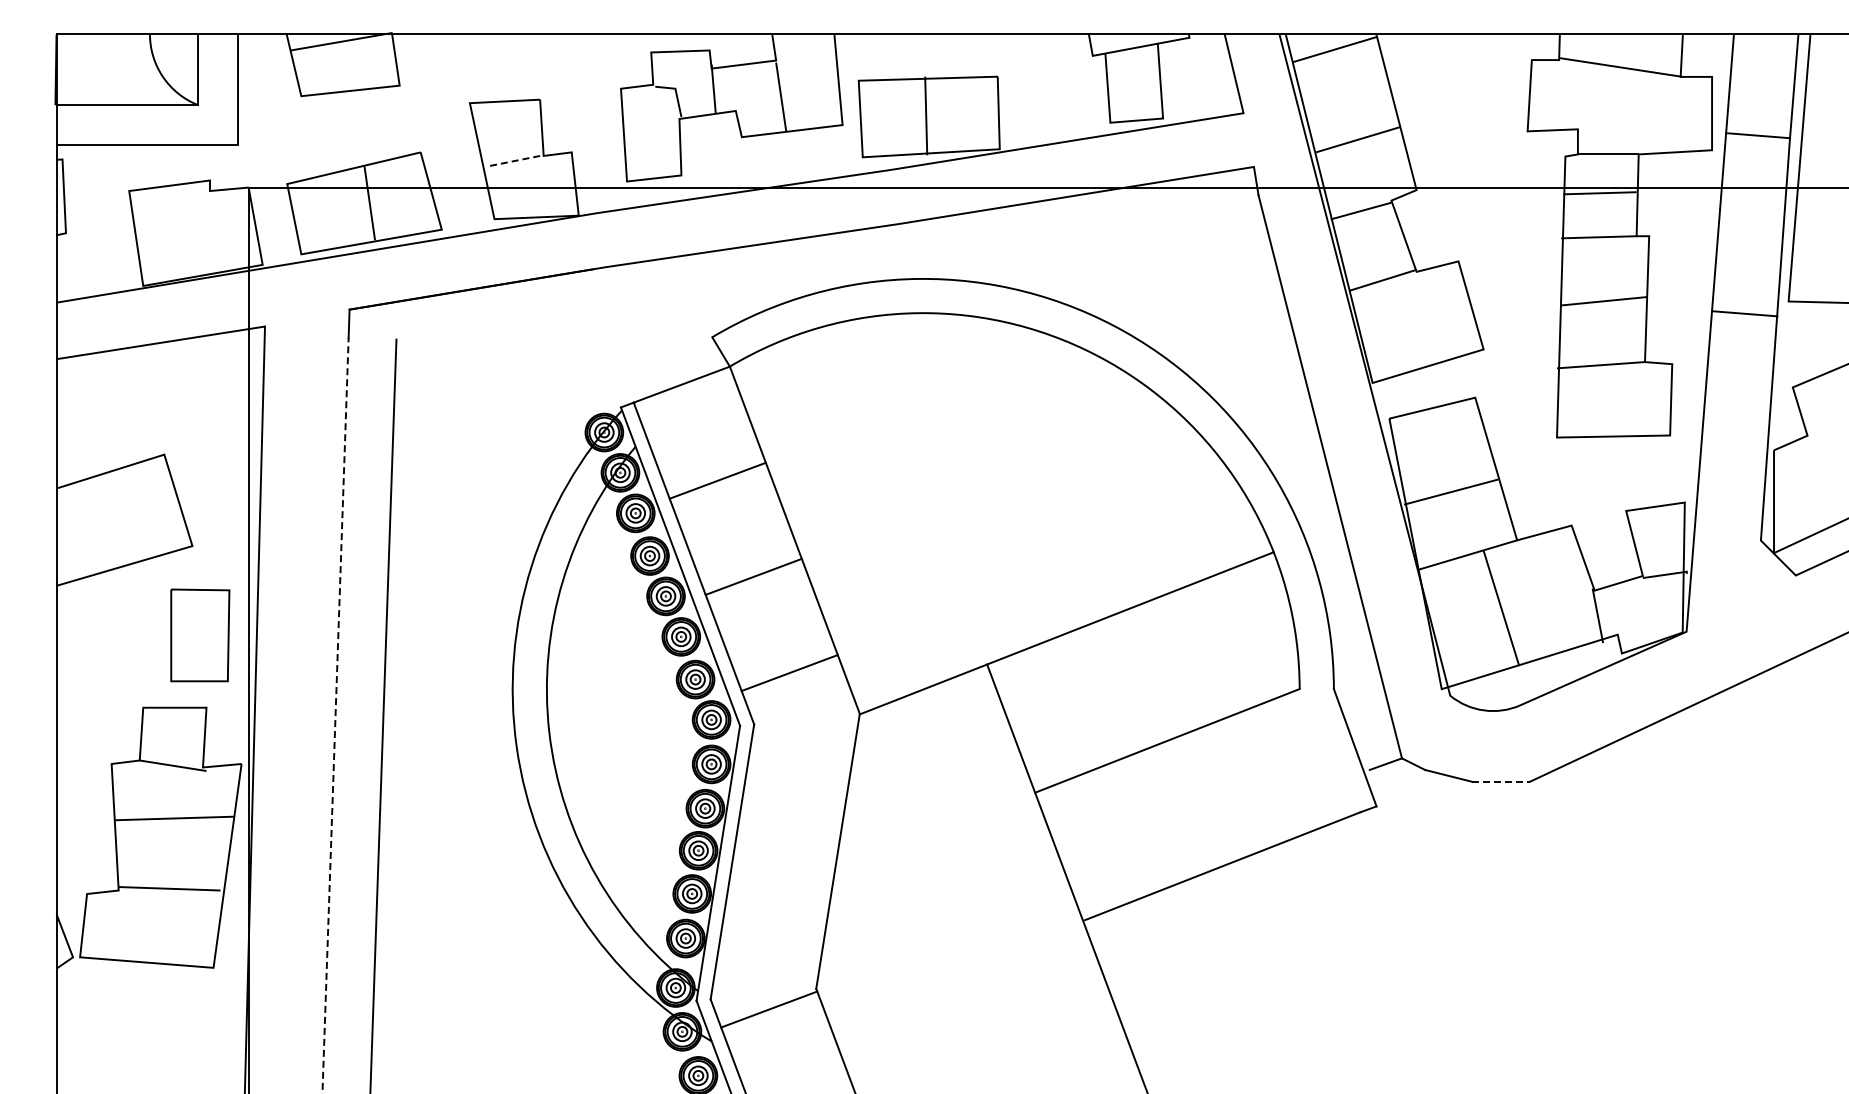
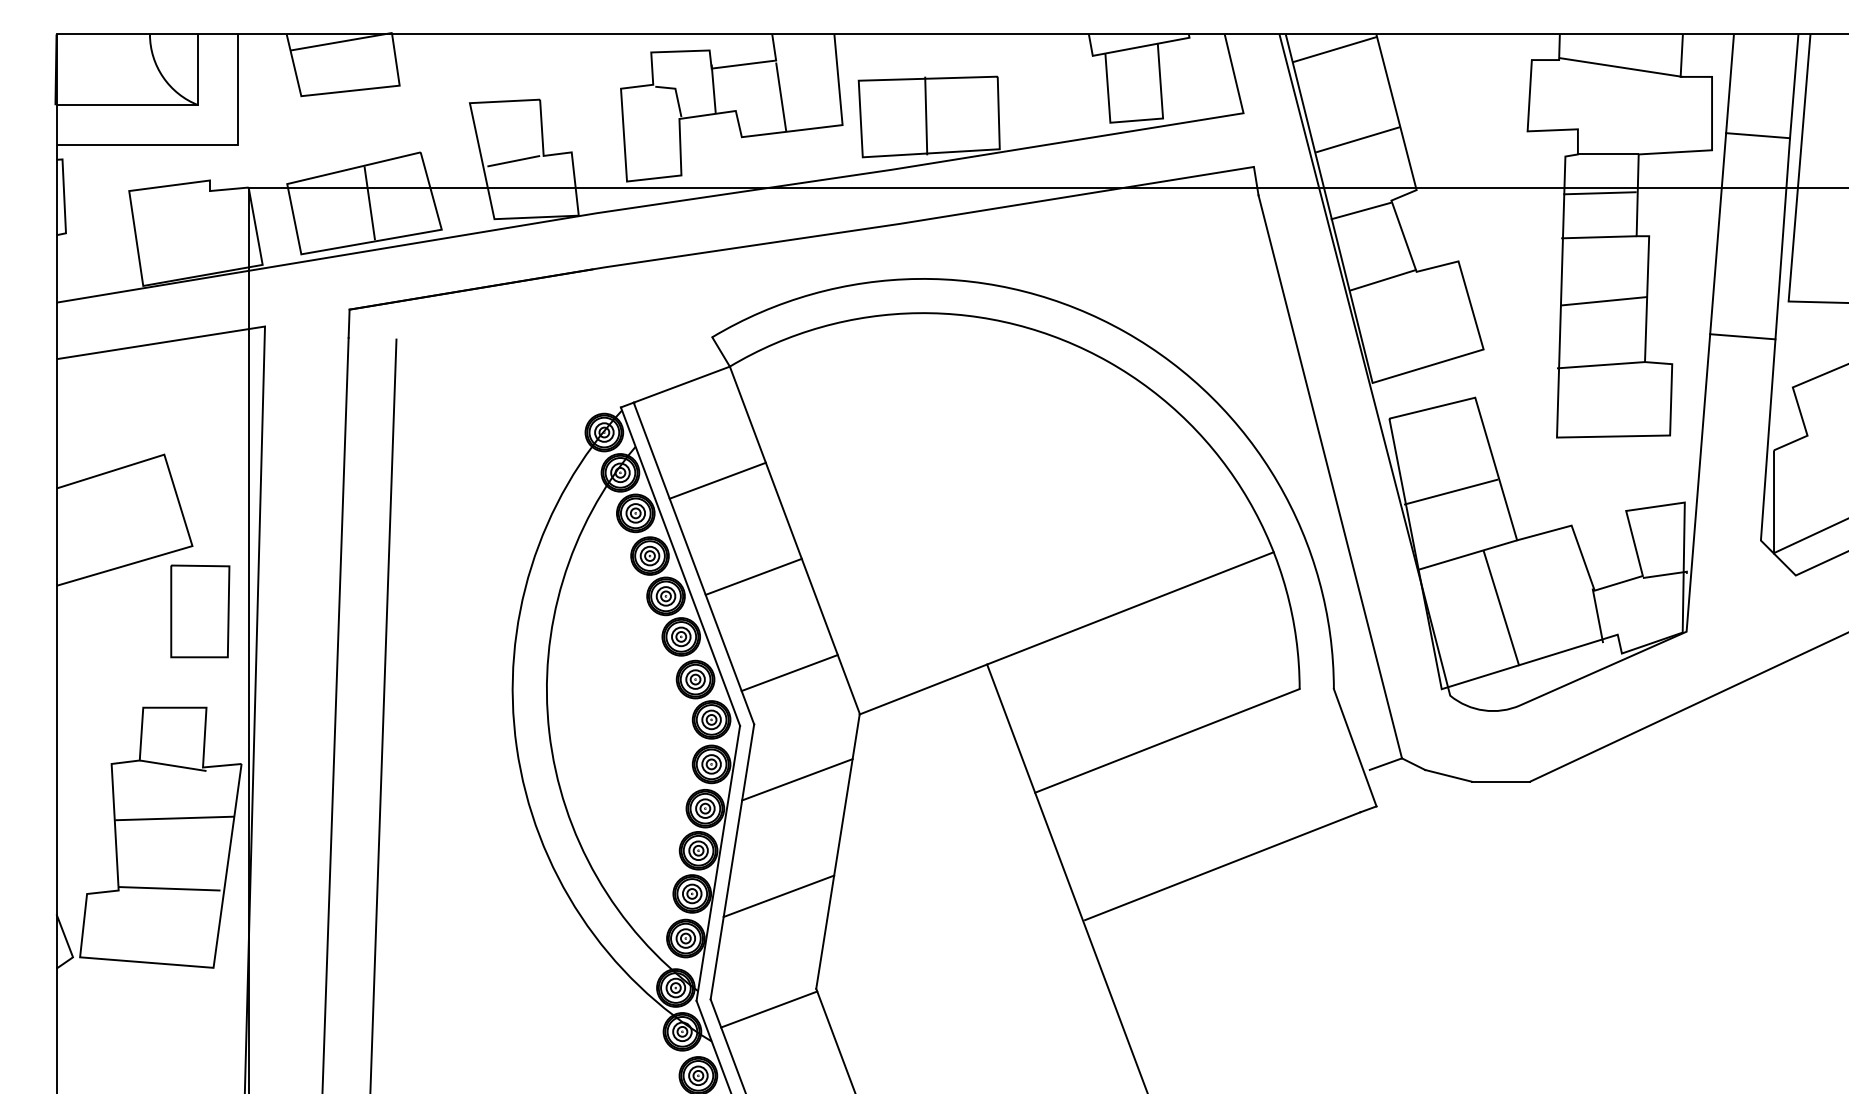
line at (513, 161): dashed -> solid
line at (1744, 313) position: (1744, 313) -> (1742, 336)
part at (200, 635) position: (200, 635) -> (200, 611)
line at (335, 715): dashed -> solid
line at (797, 779): none -> present
line at (1501, 781): dashed -> solid
line at (778, 896): none -> present
